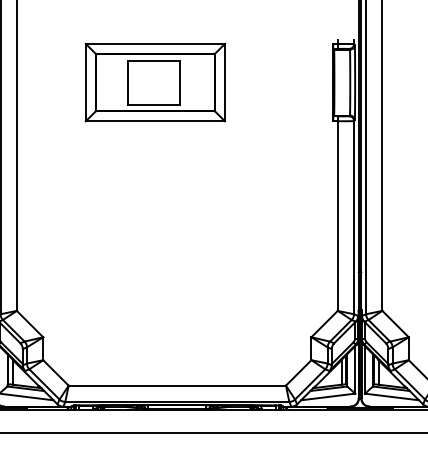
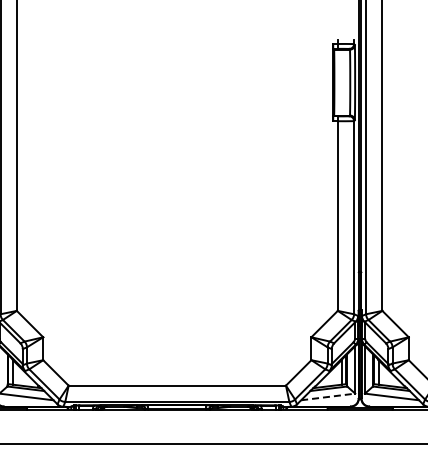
part at (154, 82): present -> none
line at (328, 396): solid -> dashed
line at (213, 433) position: (213, 433) -> (213, 444)
